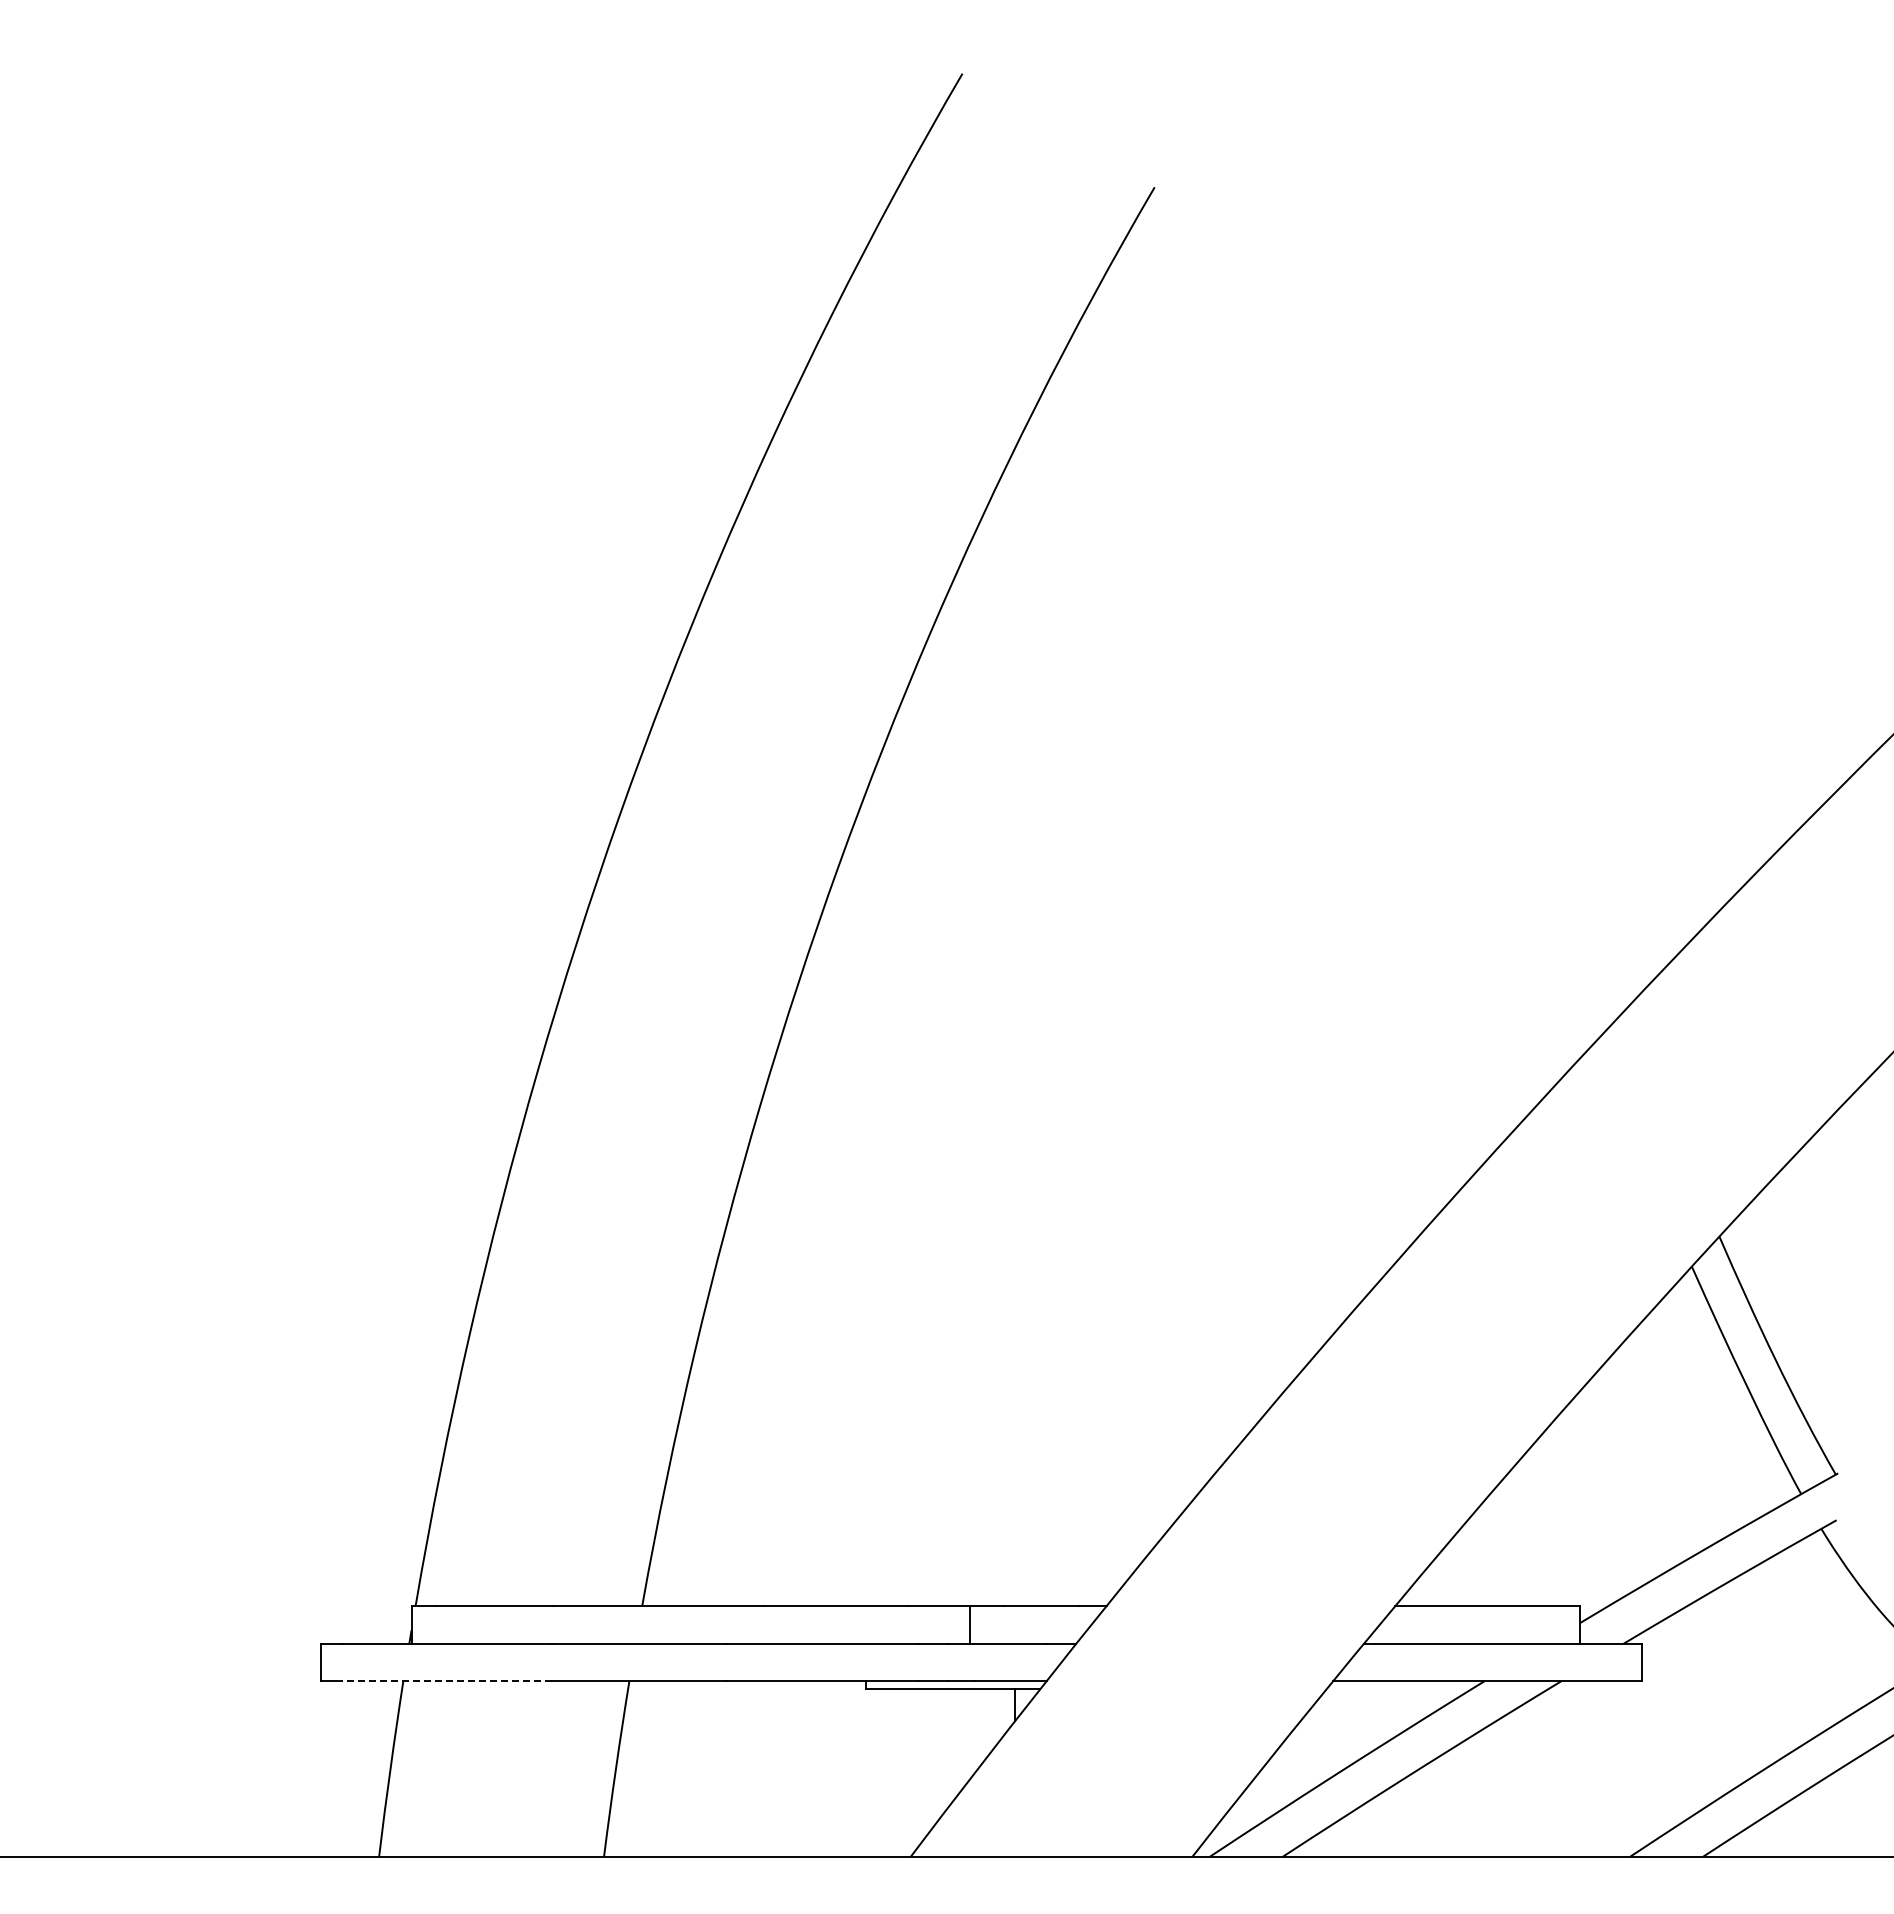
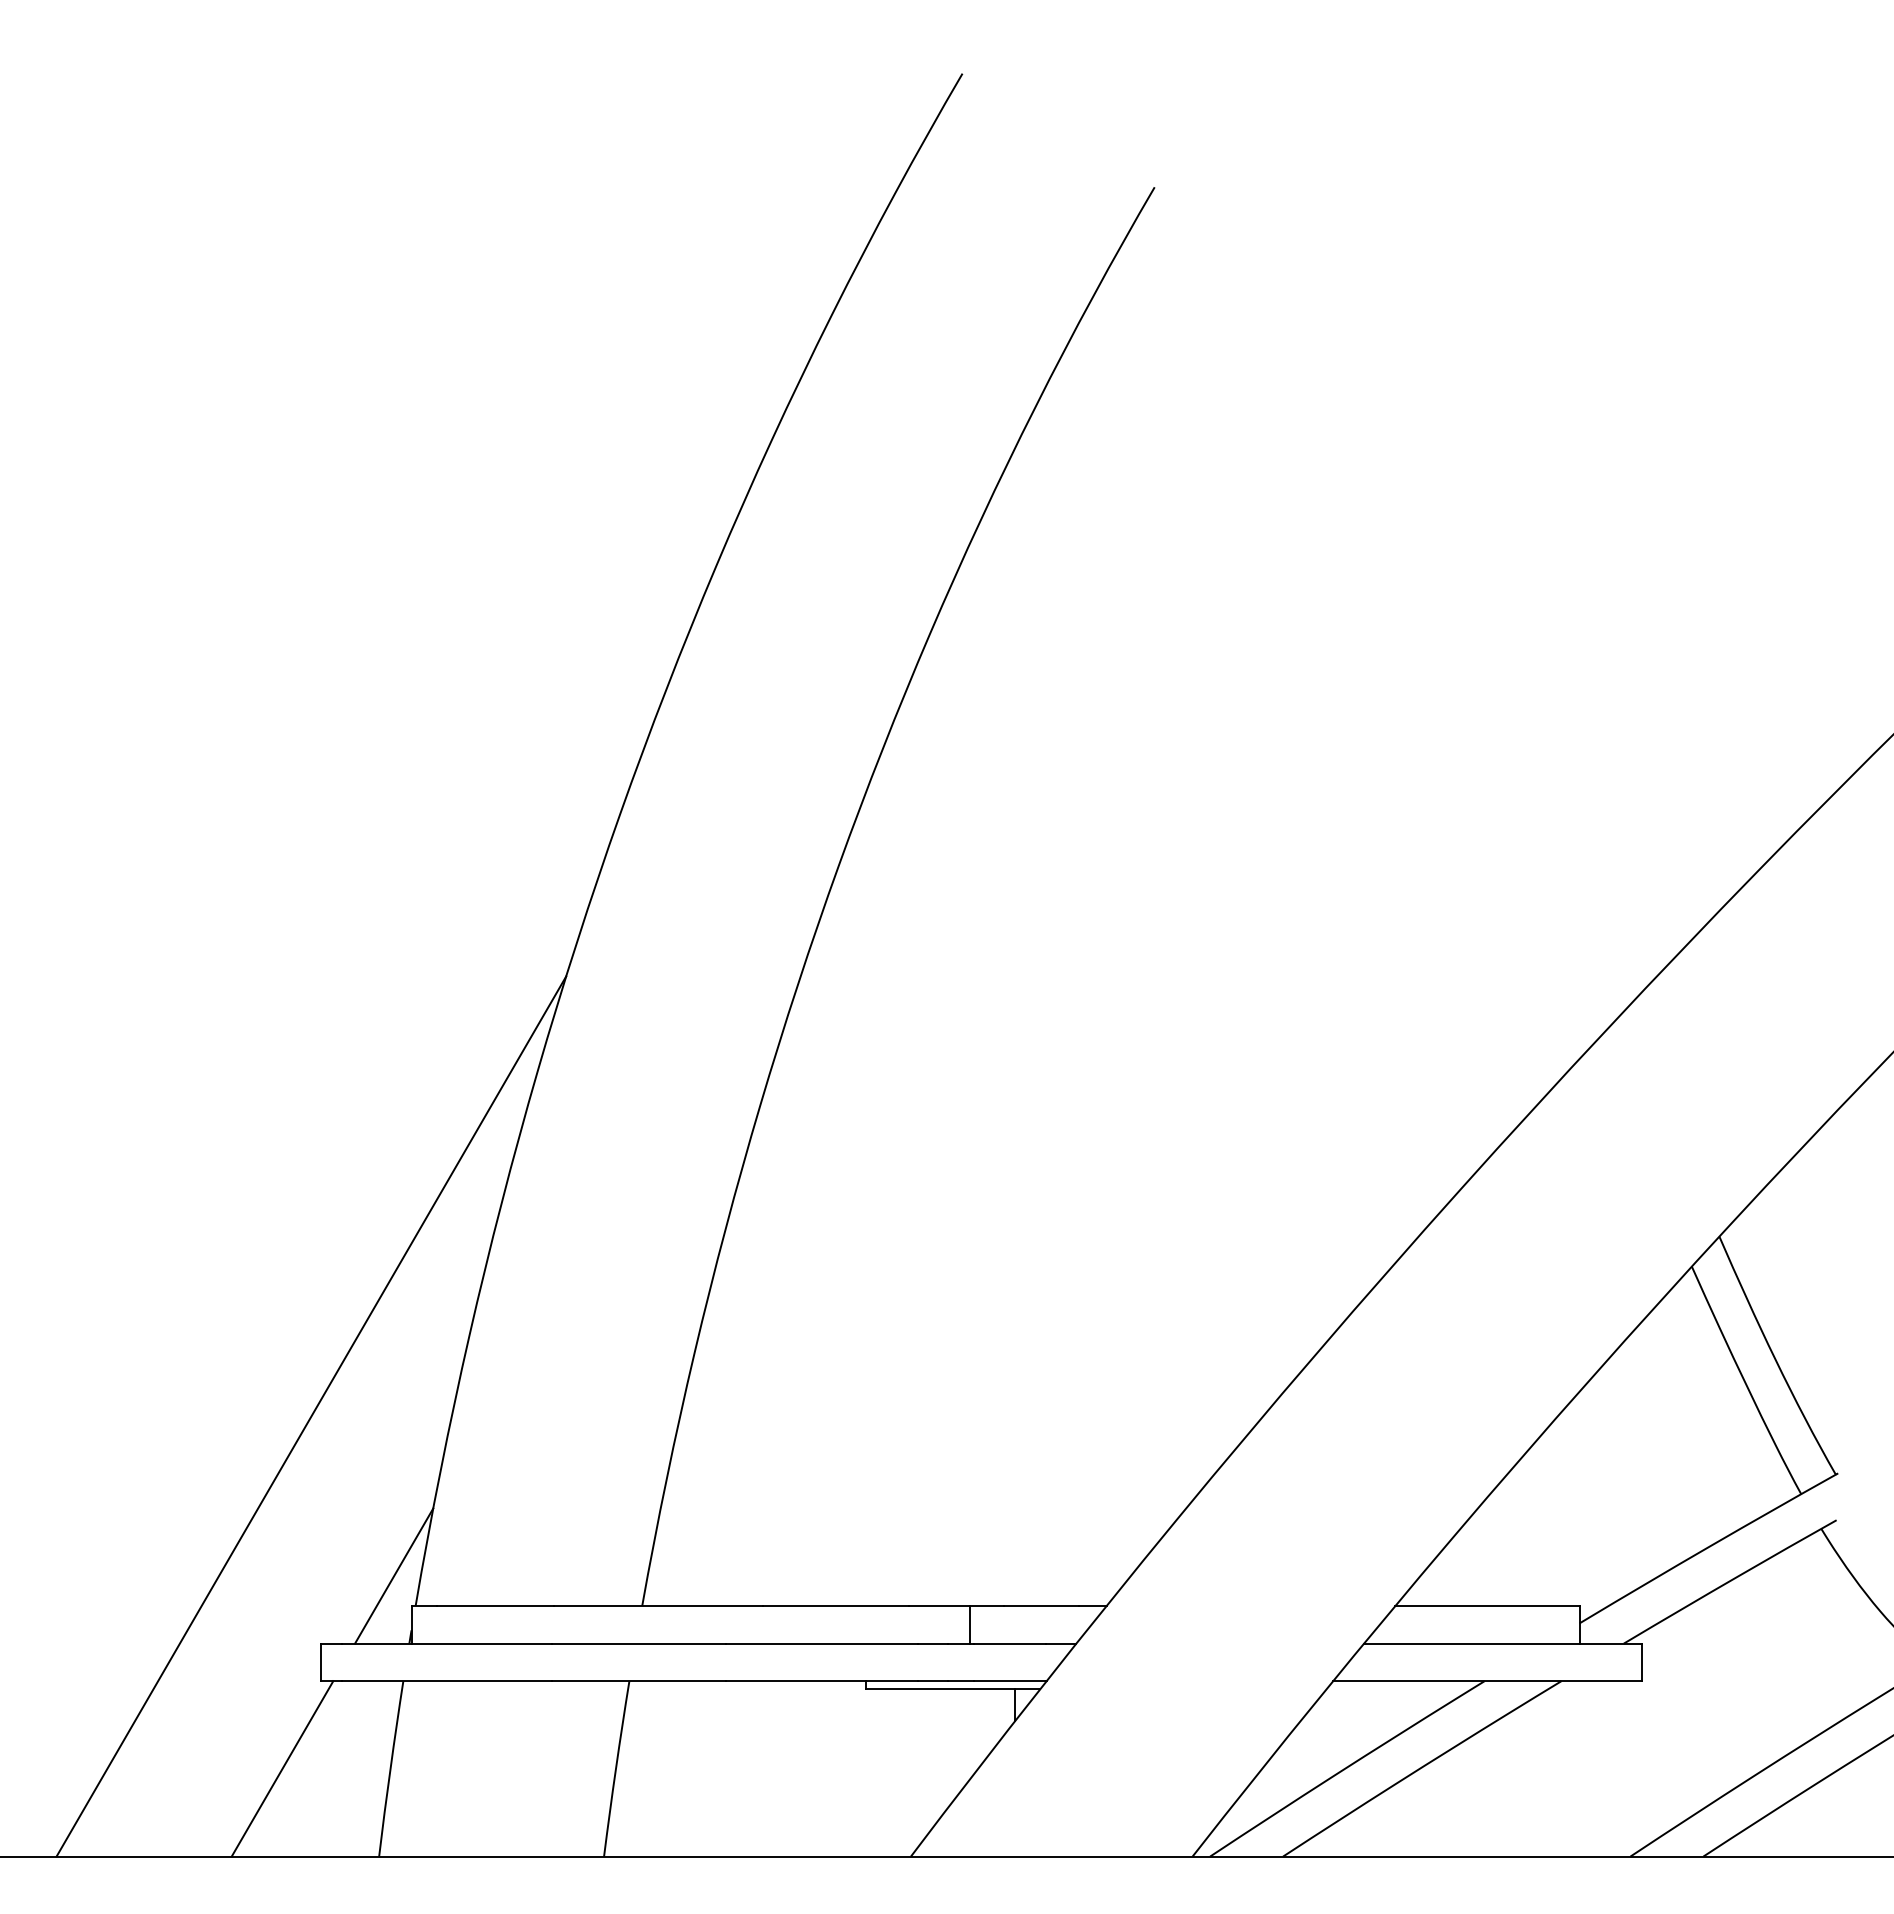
line at (311, 1416): none -> present
line at (394, 1575): none -> present
line at (446, 1681): dashed -> solid
line at (282, 1768): none -> present
